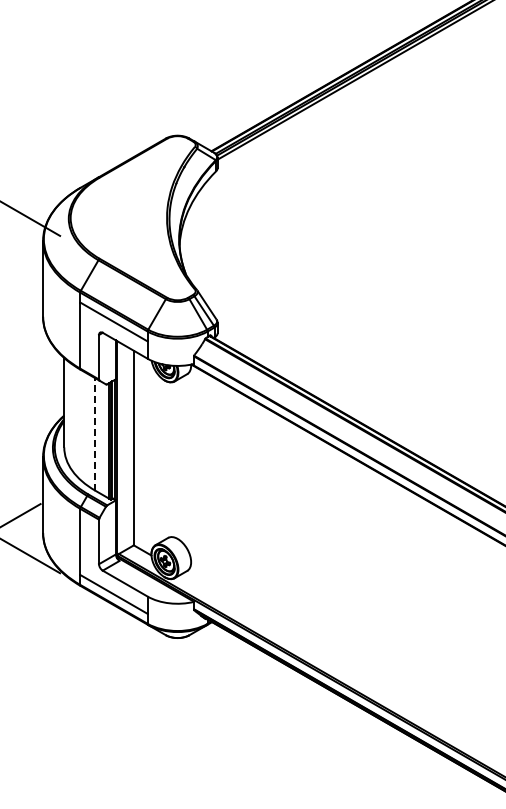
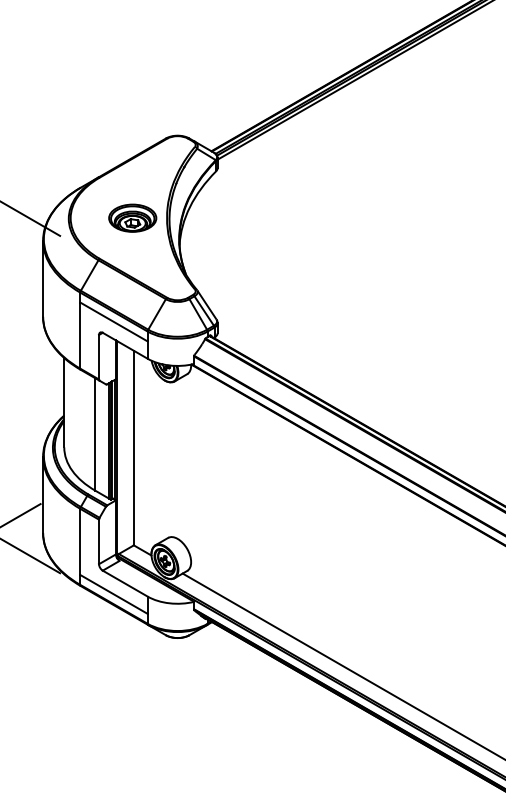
part at (132, 217): none -> present
line at (95, 433): dashed -> solid
line at (342, 665): none -> present
